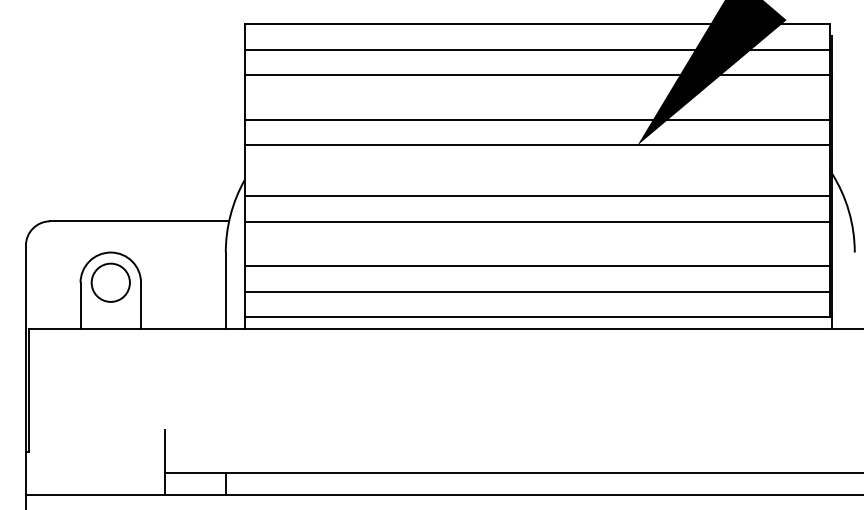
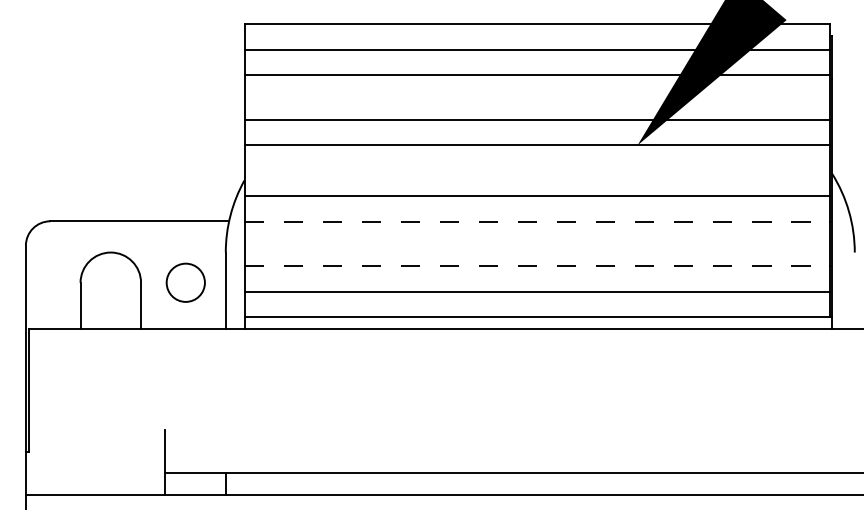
line at (537, 221): solid -> dashed
line at (537, 266): solid -> dashed
circle at (110, 282) position: (110, 282) -> (185, 282)
